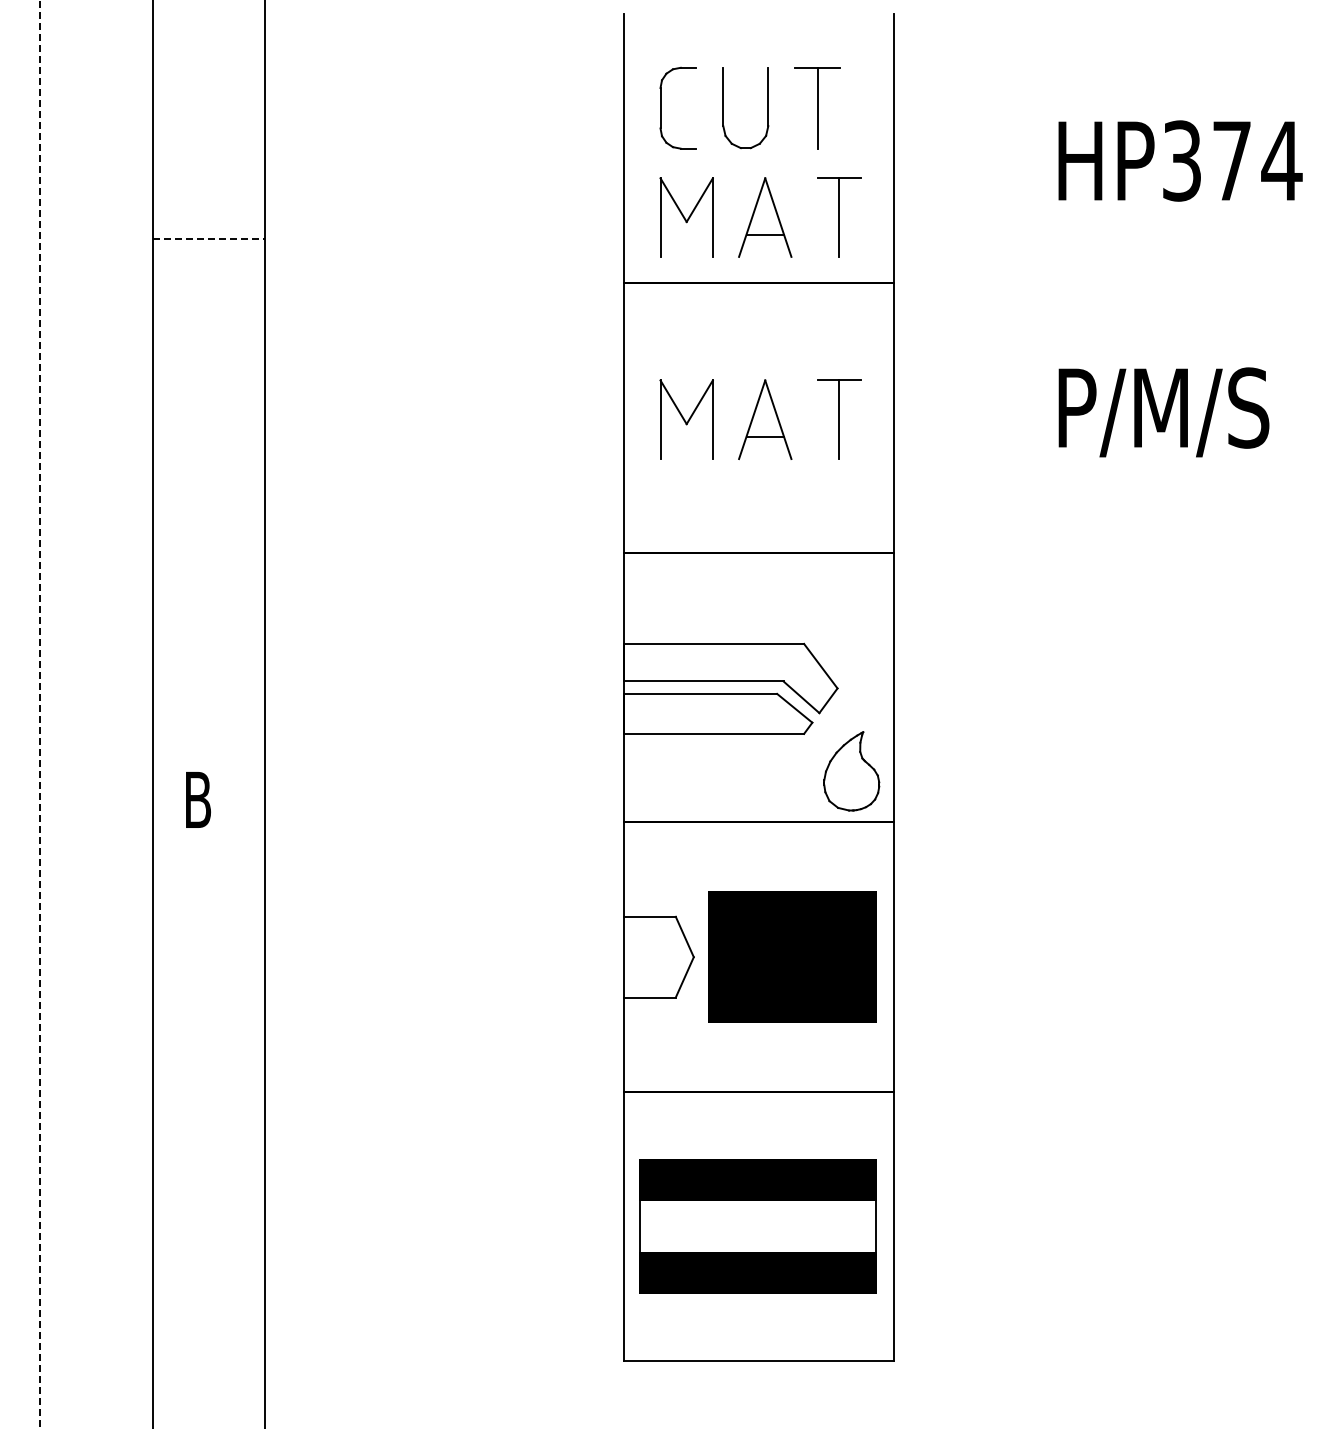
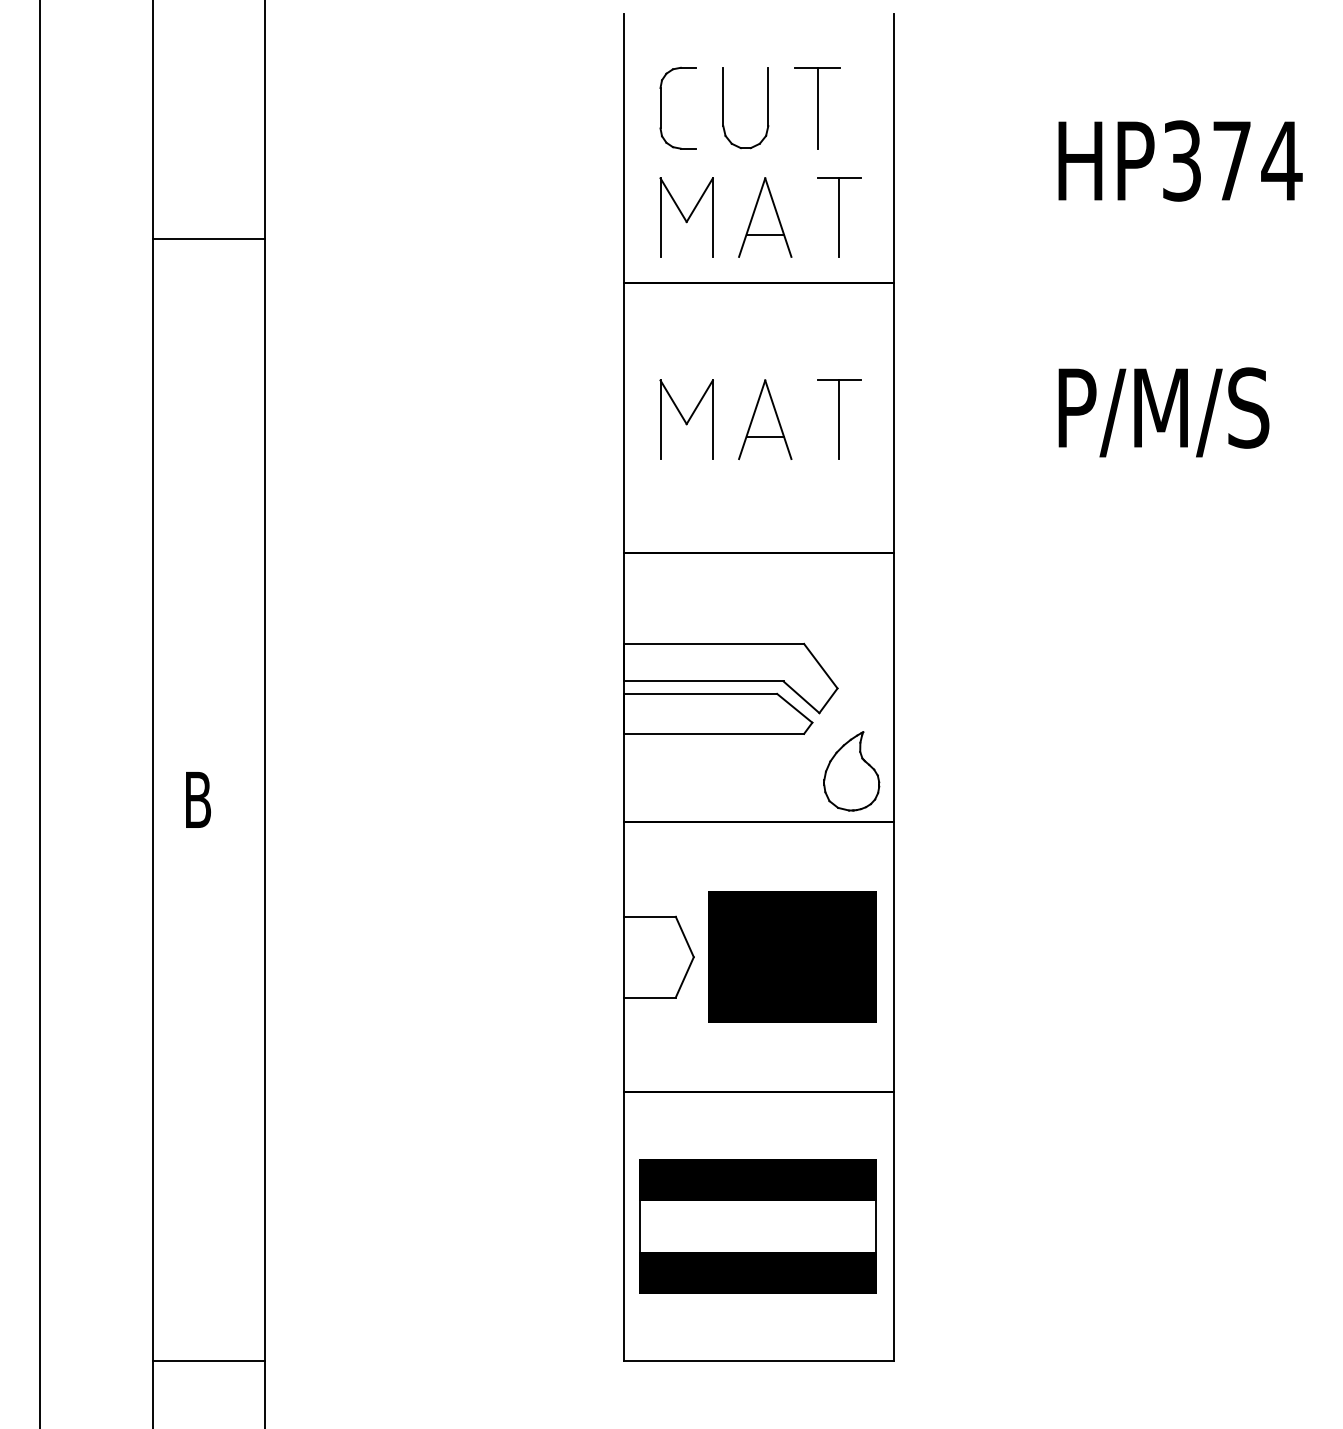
line at (209, 238): dashed -> solid
line at (40, 714): dashed -> solid
line at (208, 1361): none -> present
